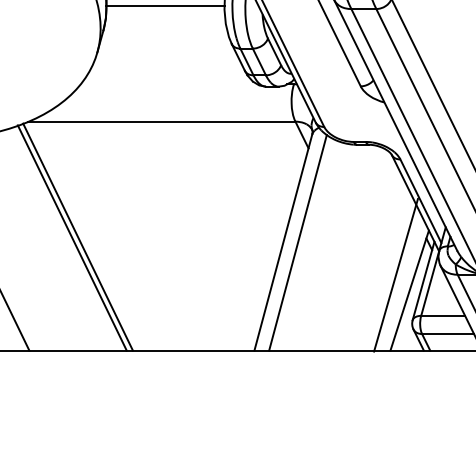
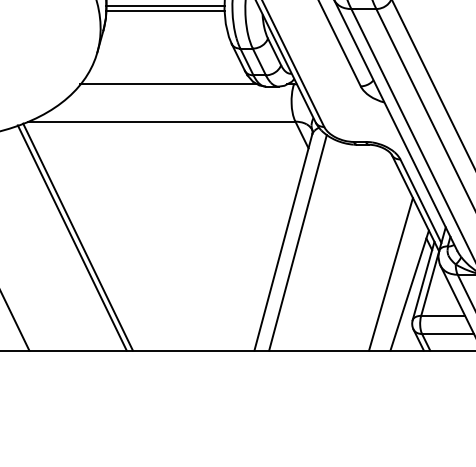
line at (165, 11): none -> present
line at (168, 84): none -> present
line at (395, 275) position: (395, 275) -> (390, 274)
